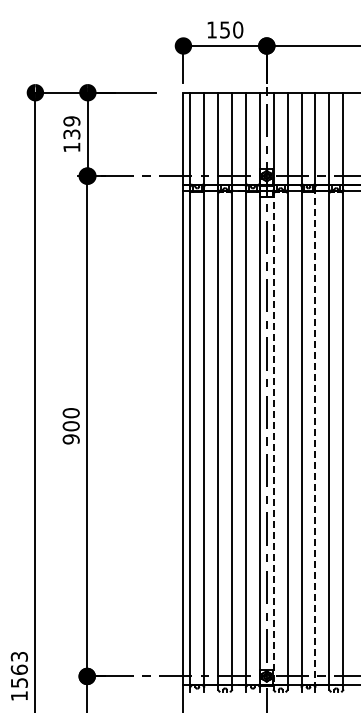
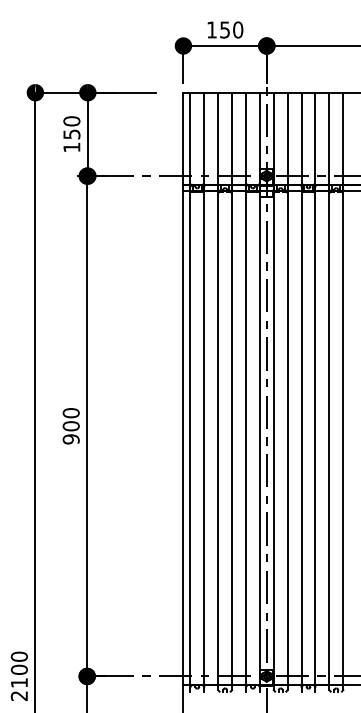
text at (71, 127): 139 -> 150
line at (315, 435): dashed -> solid
line at (273, 438): dashed -> solid
text at (18, 676): 1563 -> 2100
